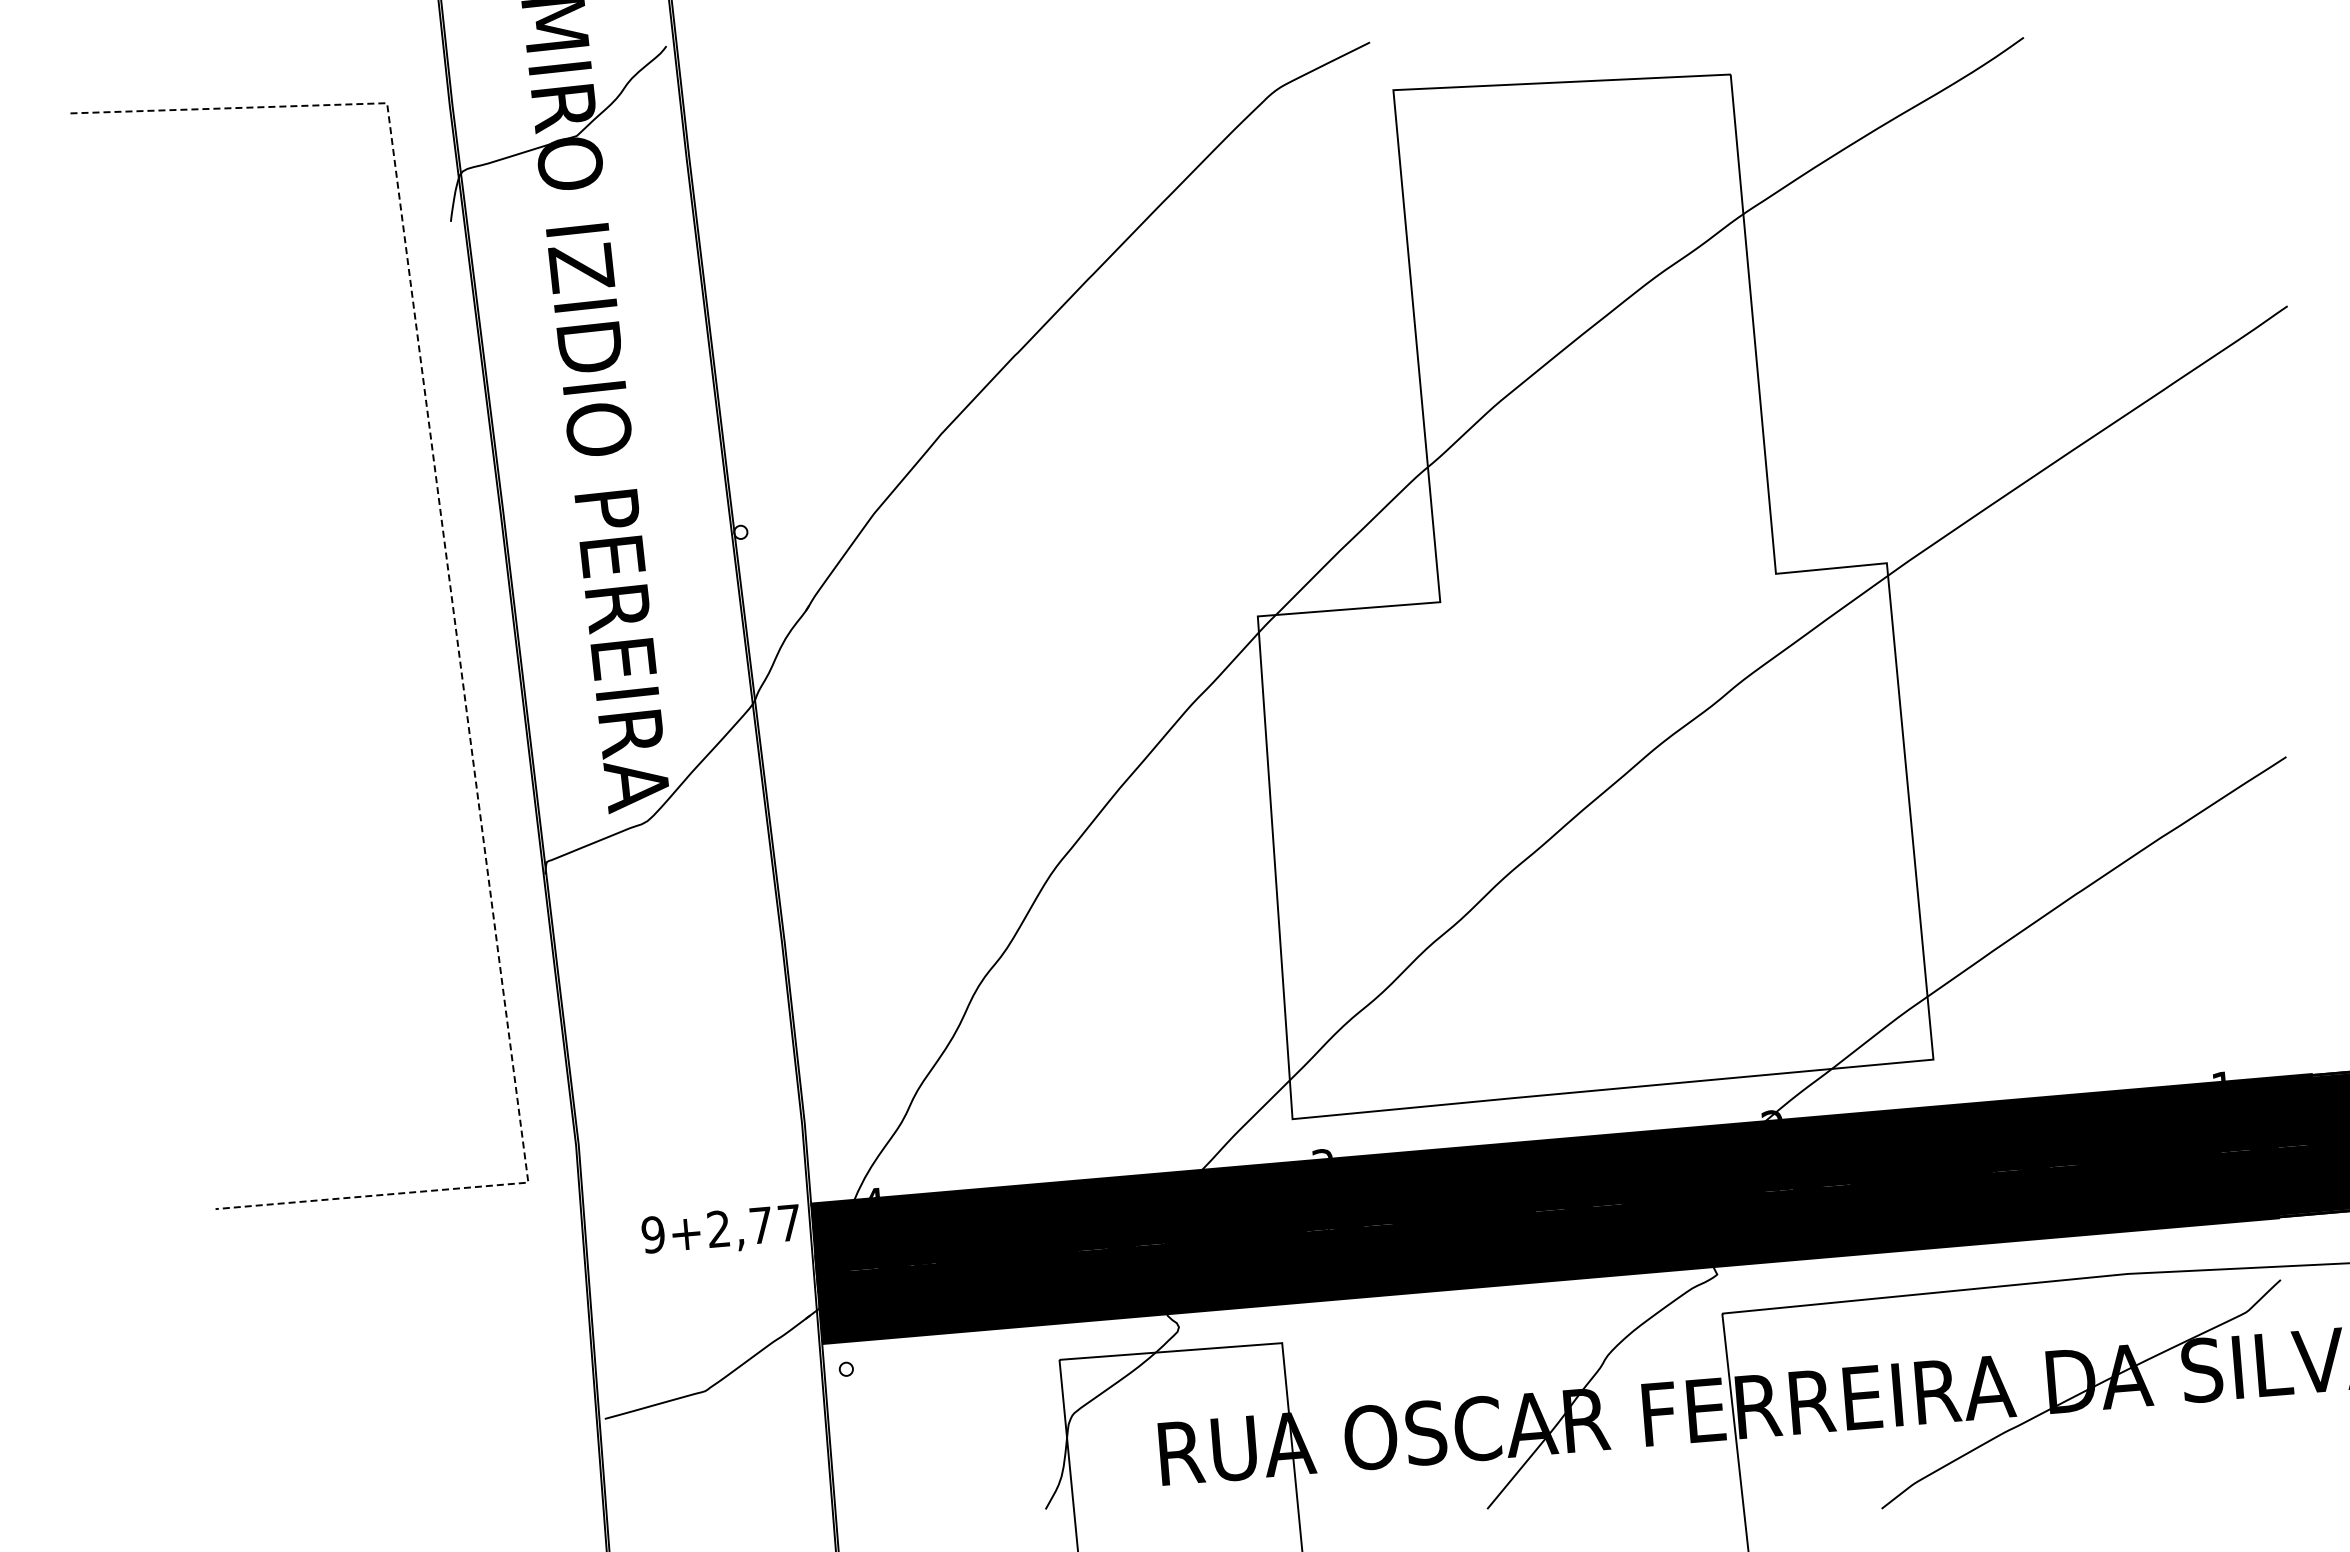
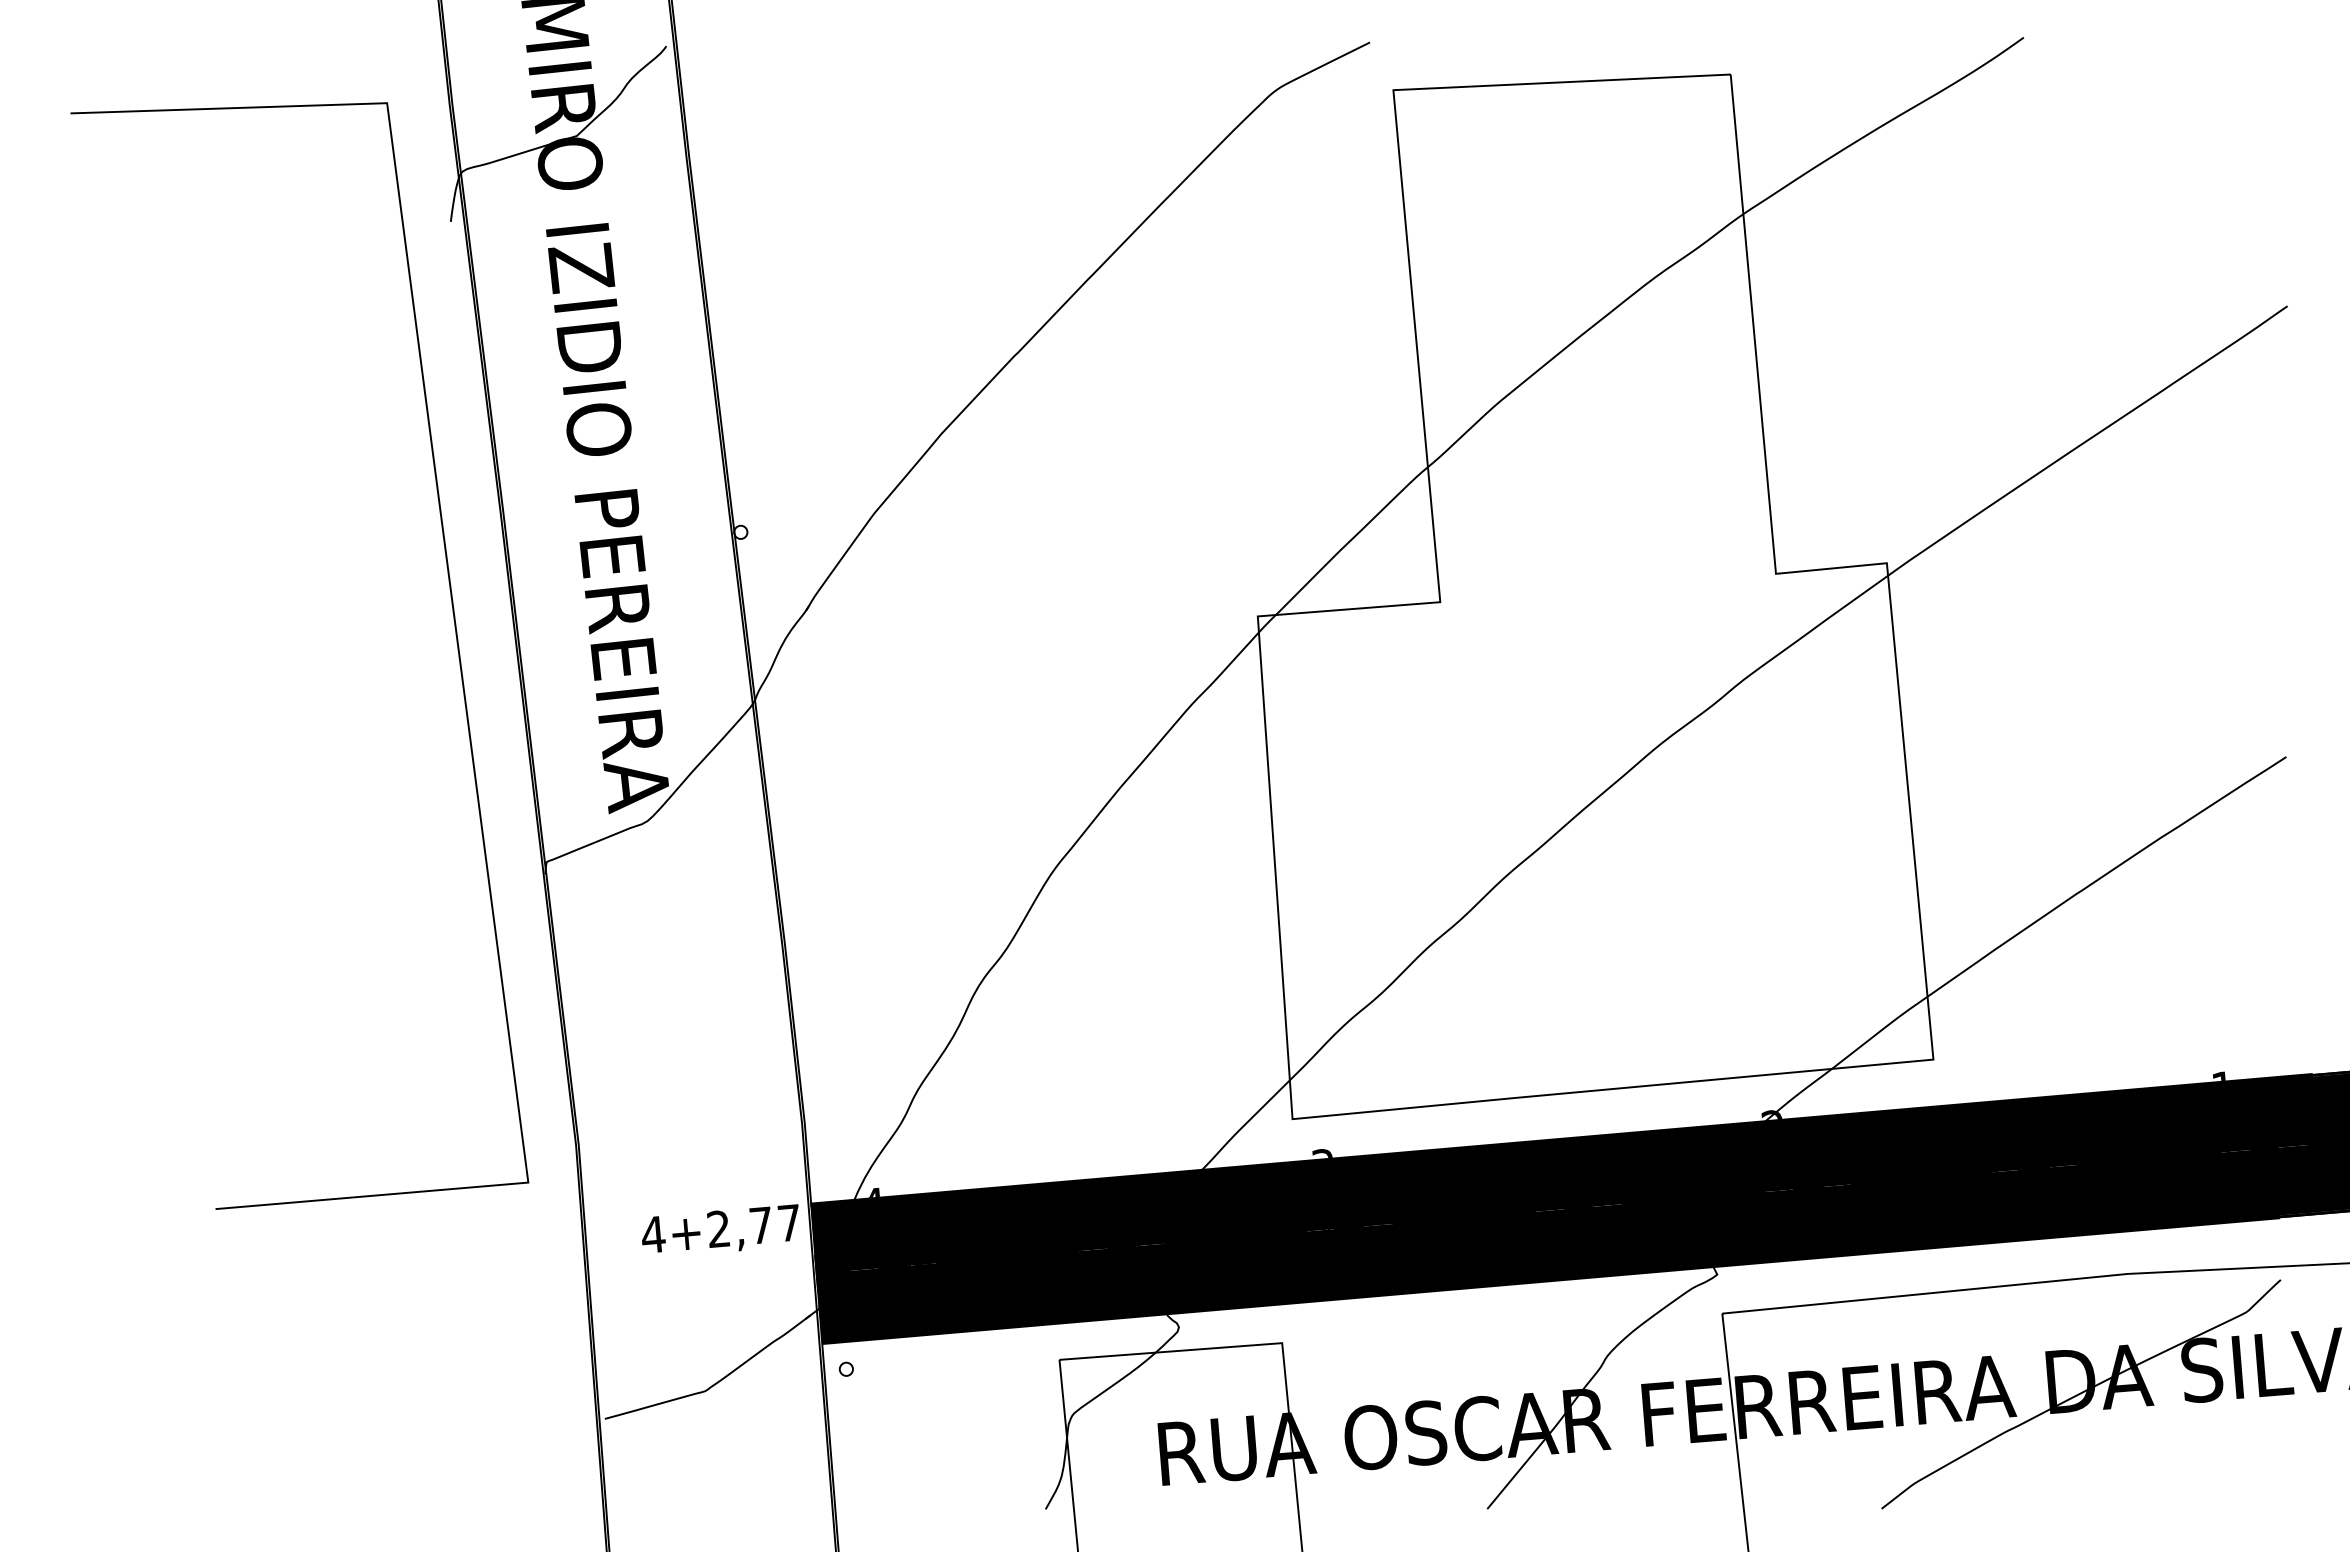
line at (457, 641): dashed -> solid
text at (653, 1234): 9+2,77 -> 4+2,77
